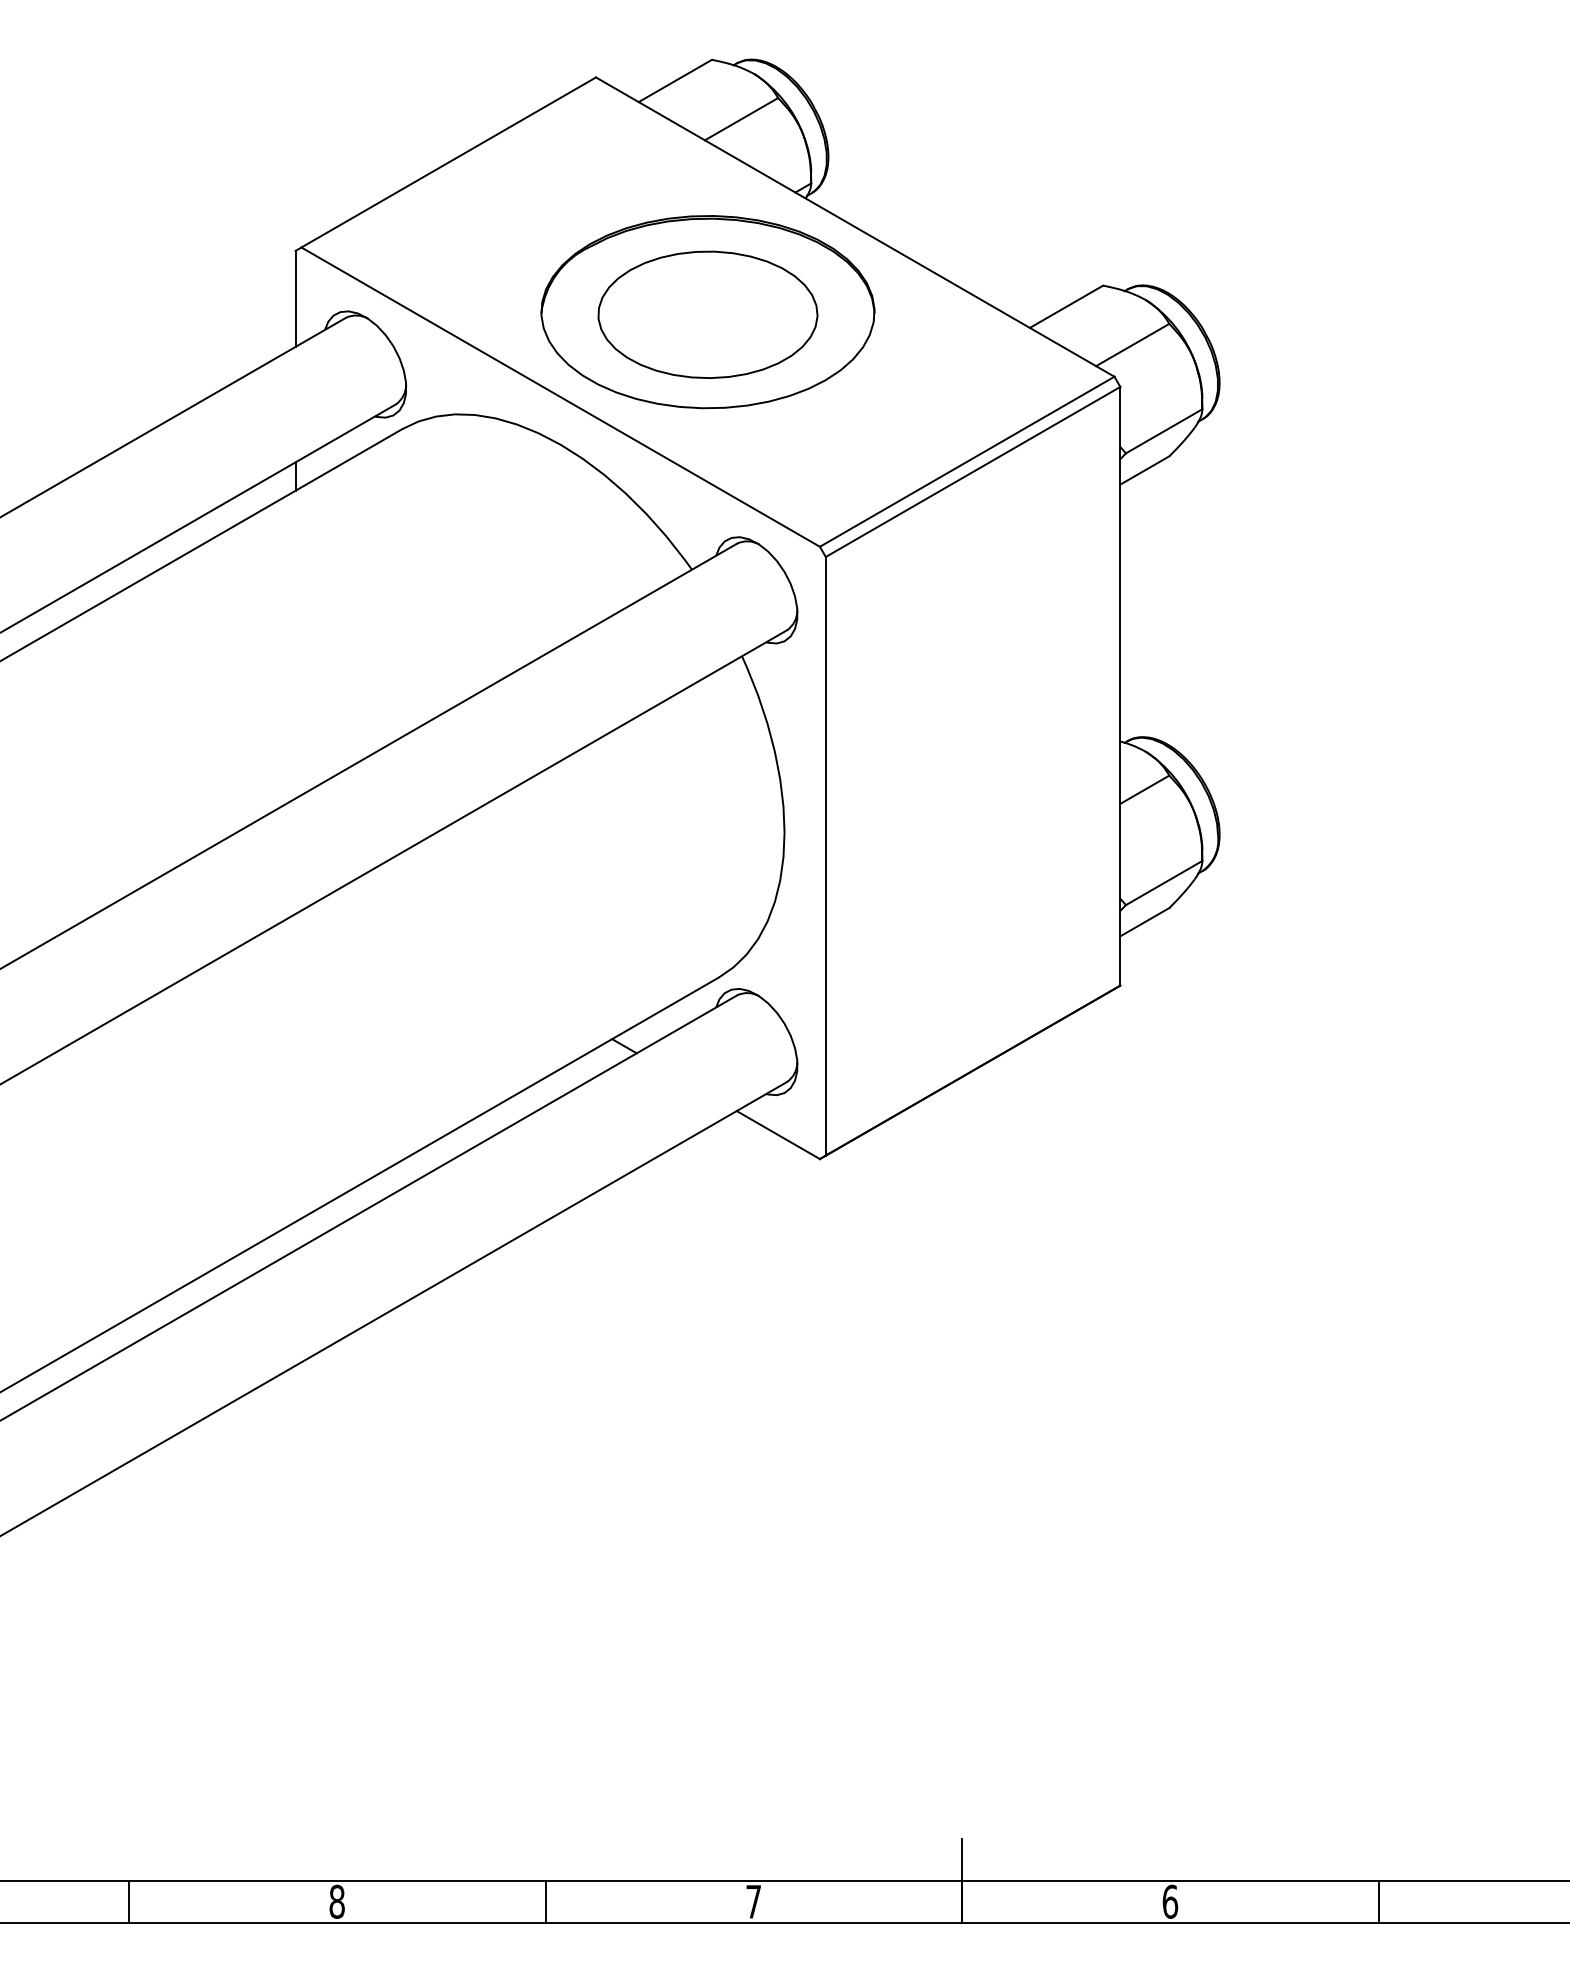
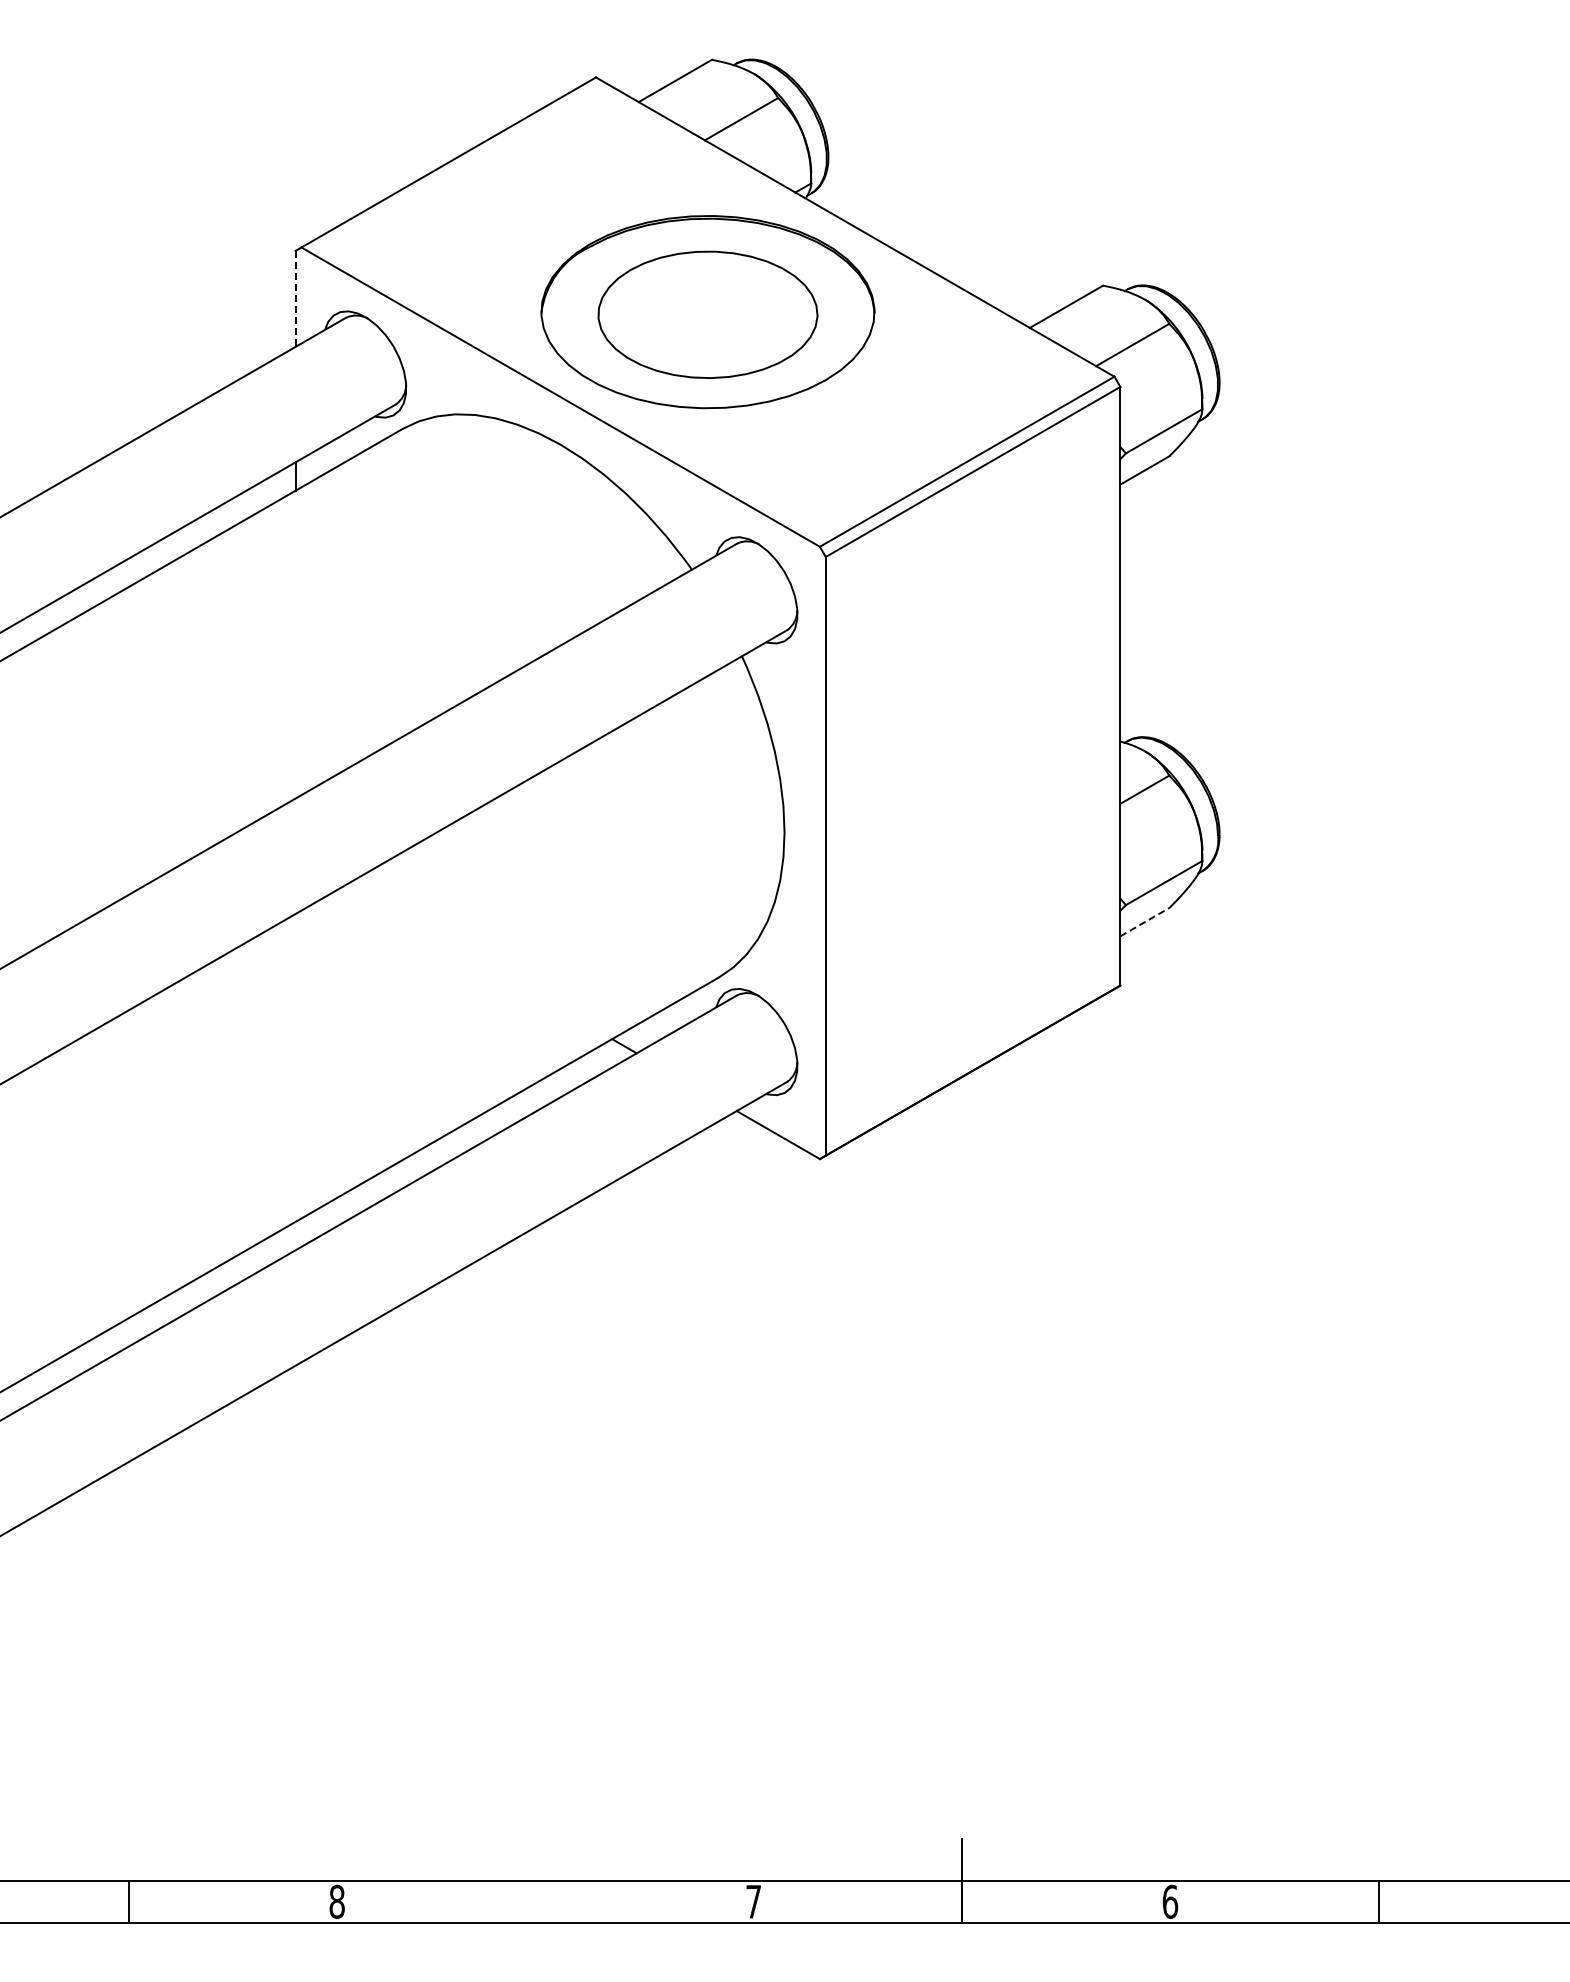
line at (295, 299): solid -> dashed
line at (1145, 921): solid -> dashed
line at (545, 1901): present -> none
